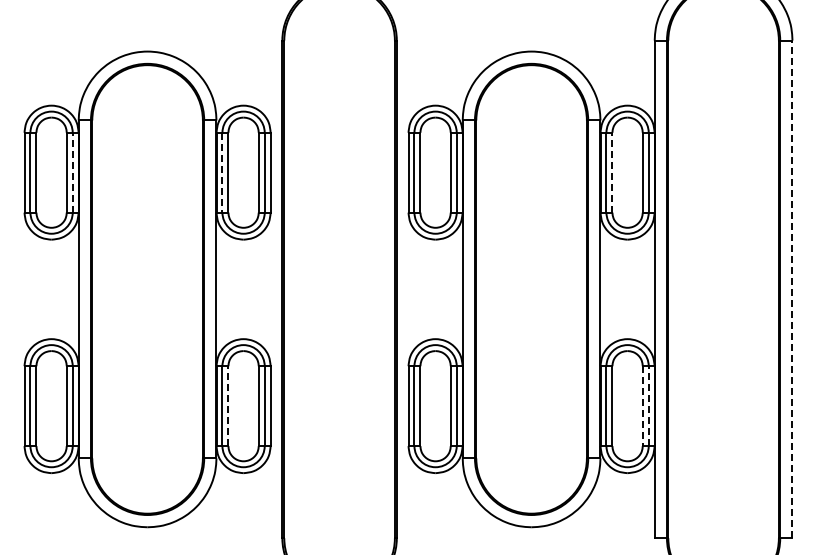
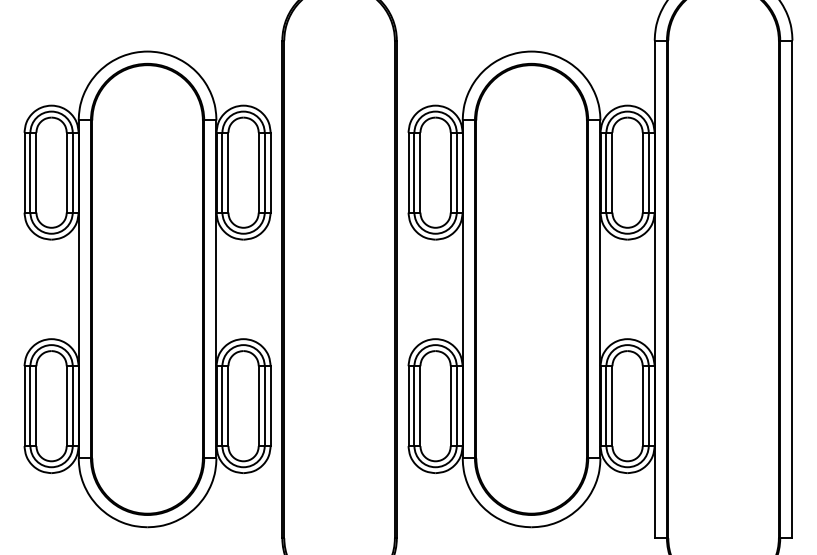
line at (72, 172): dashed -> solid
line at (222, 172): dashed -> solid
line at (612, 172): dashed -> solid
line at (792, 289): dashed -> solid
line at (228, 406): dashed -> solid
line at (642, 406): dashed -> solid
line at (648, 406): dashed -> solid
